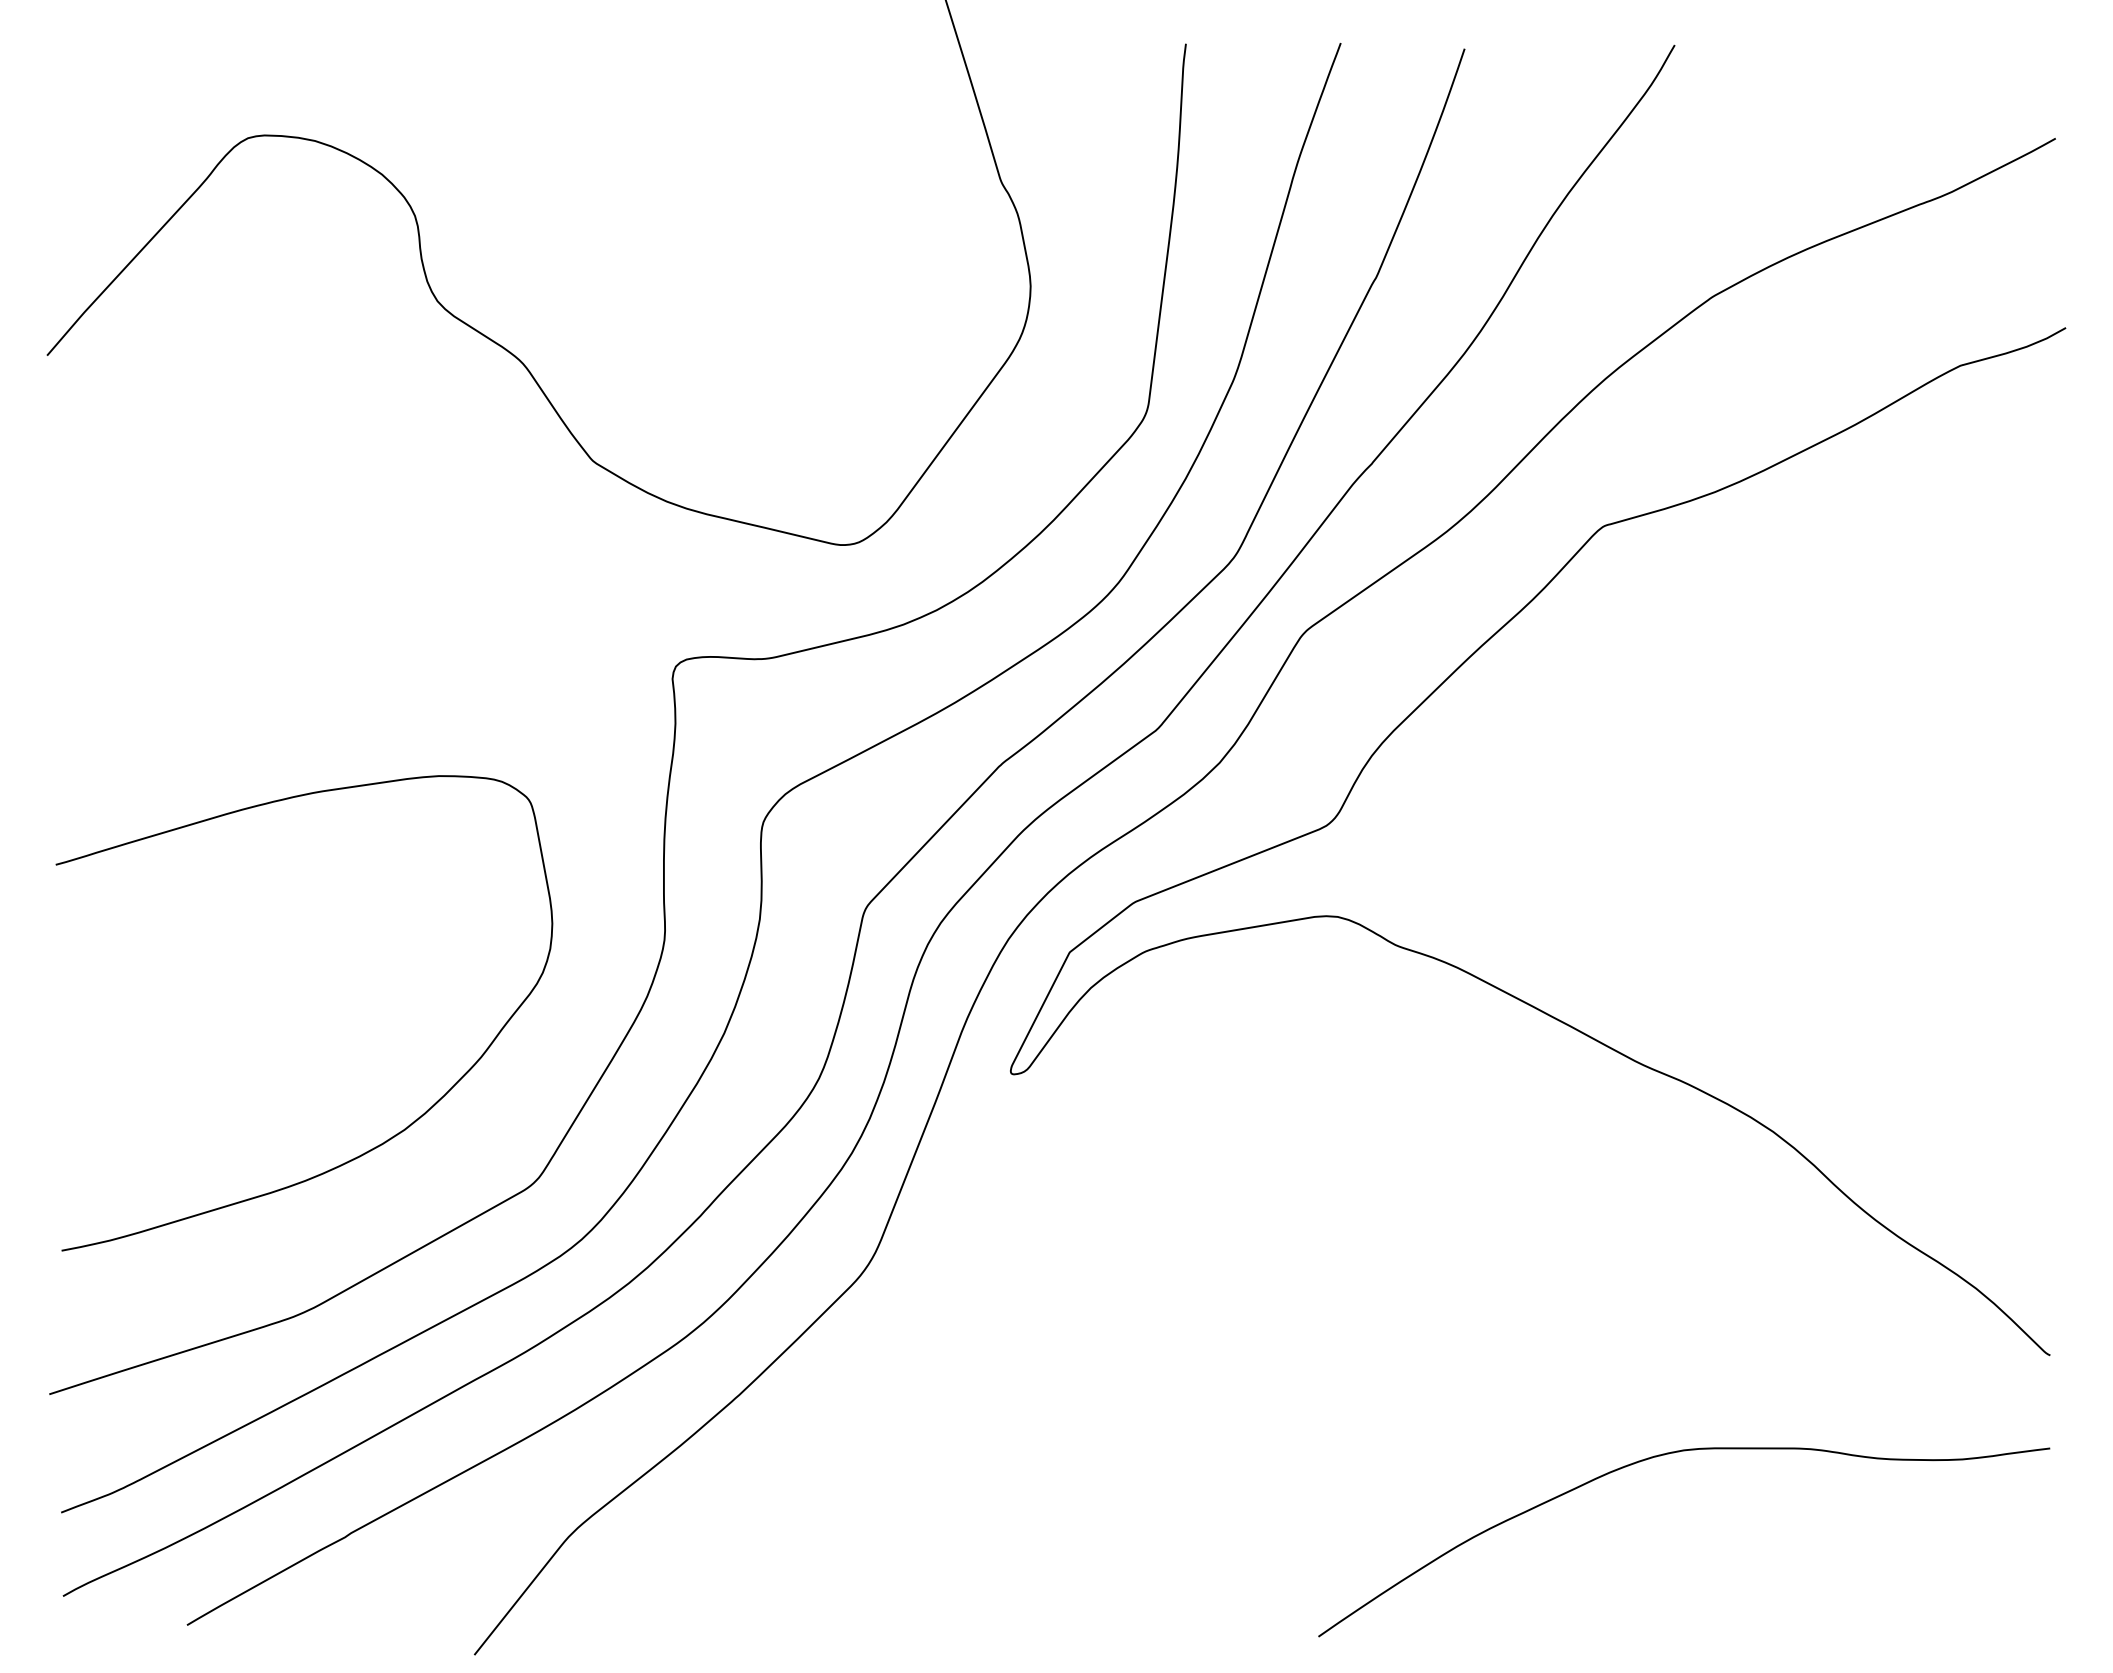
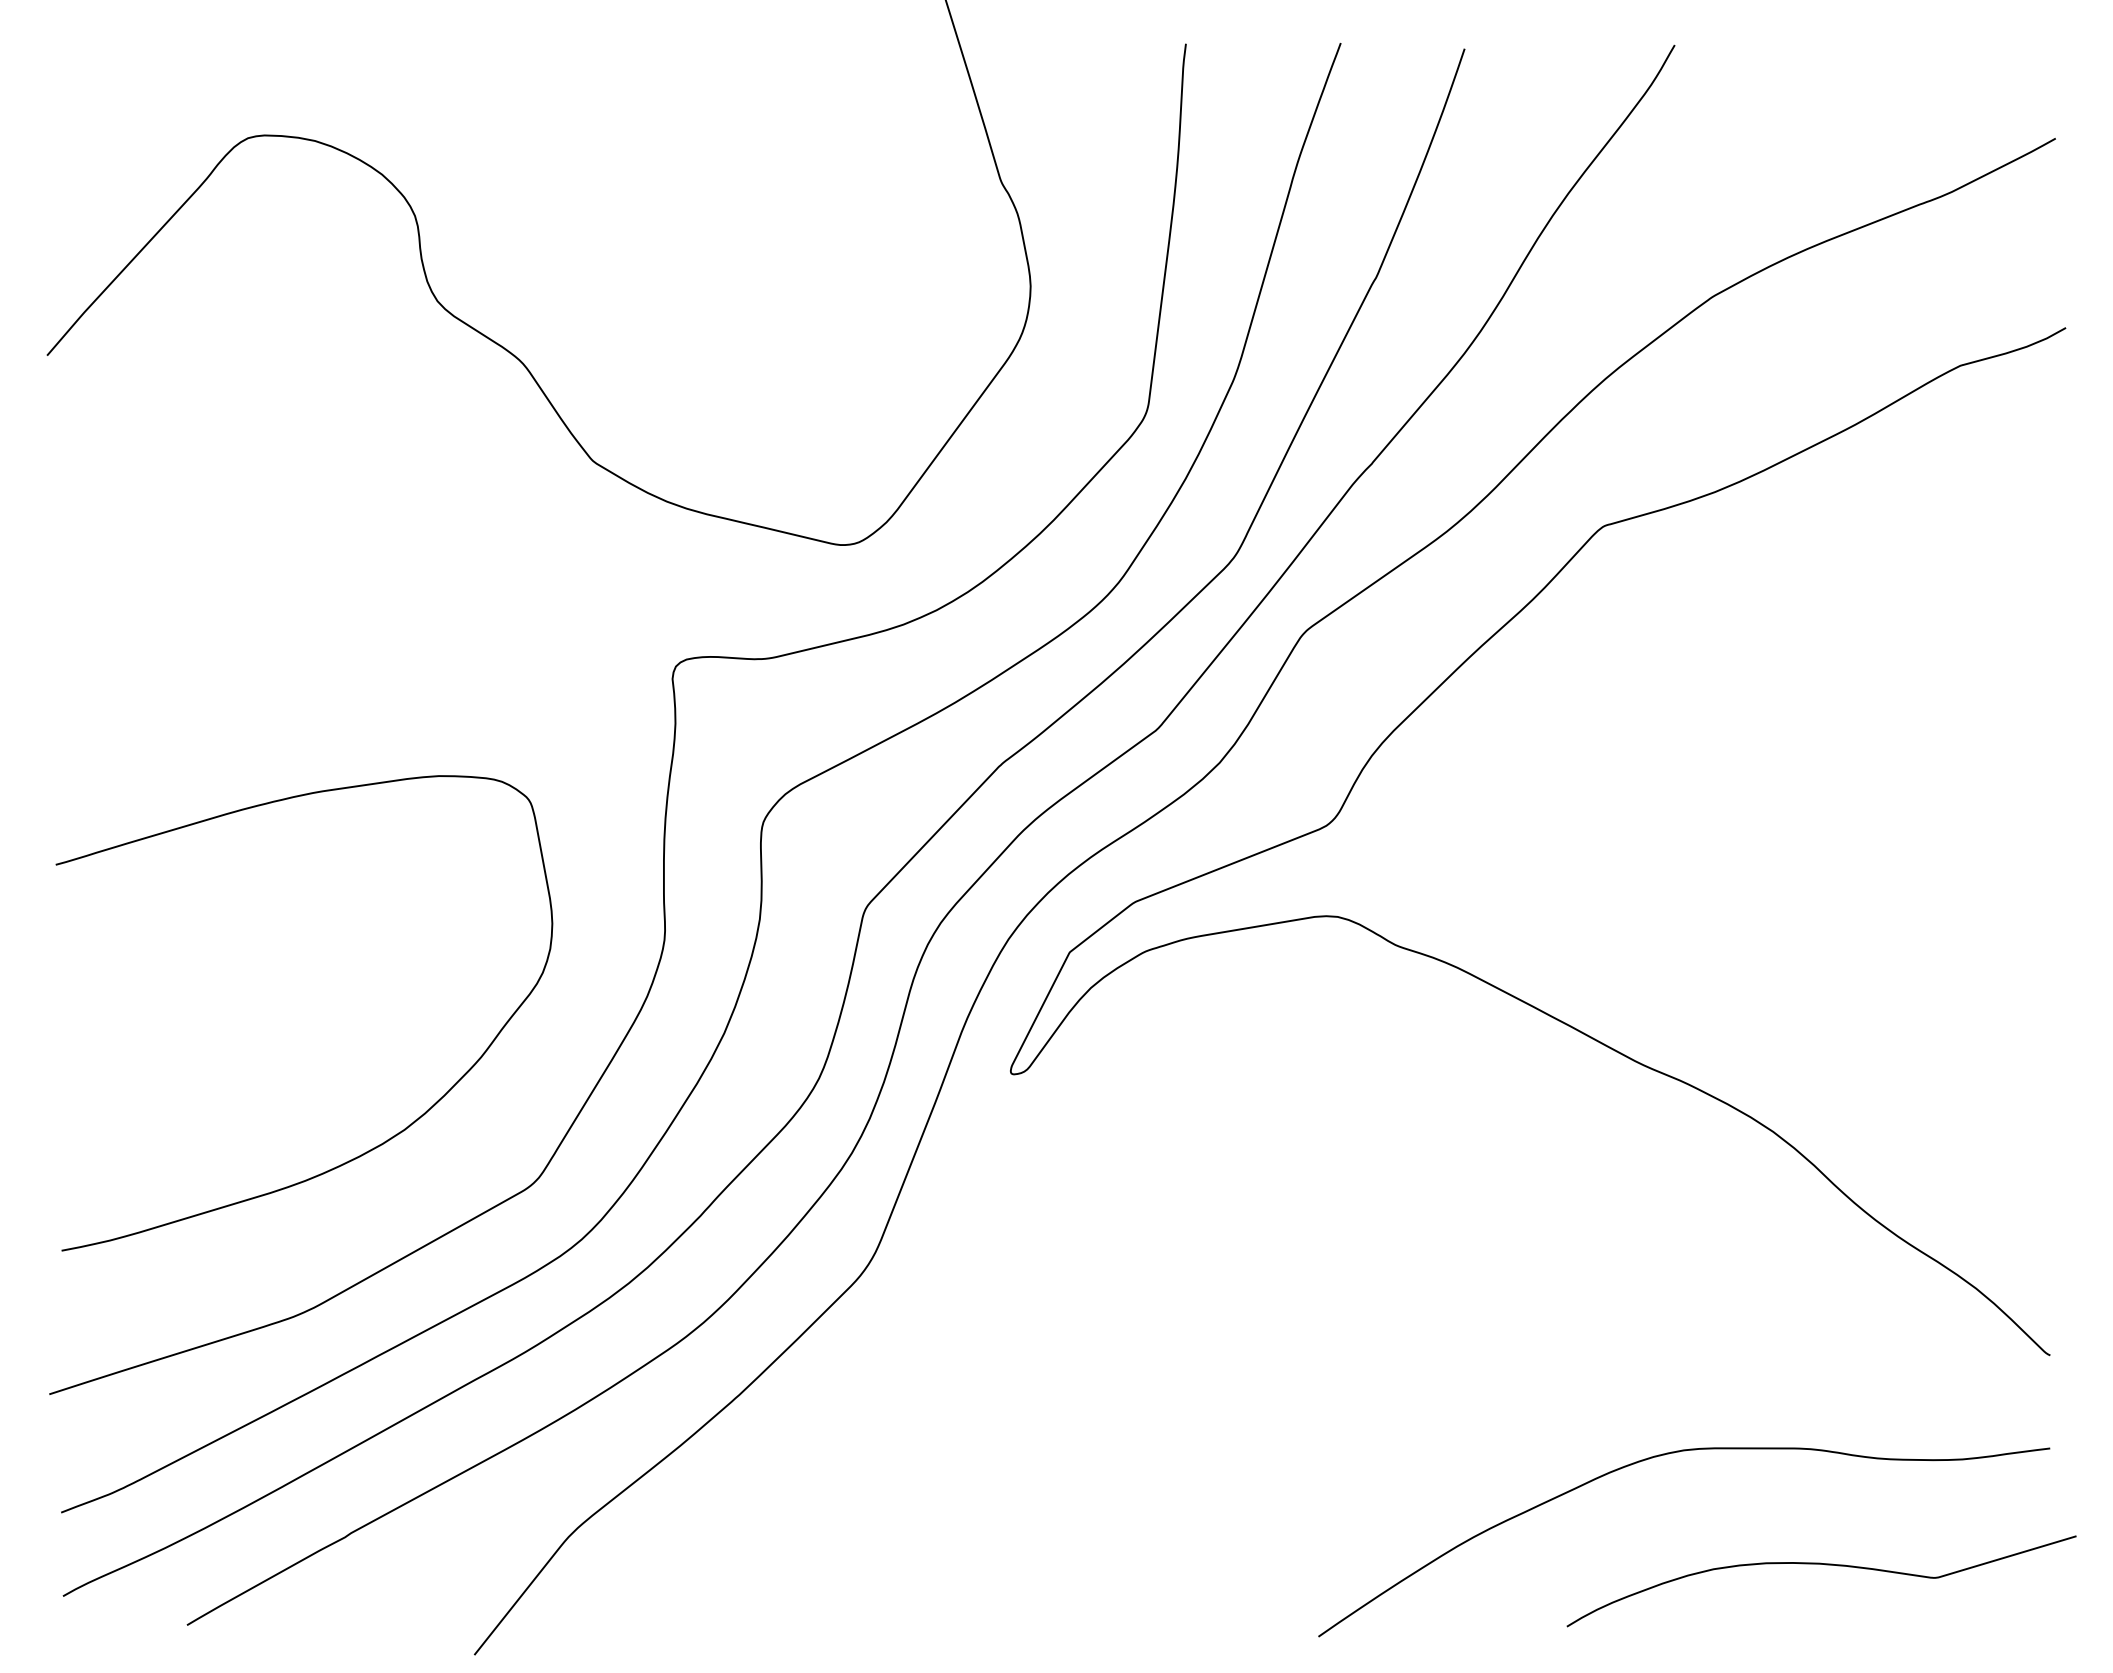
curve at (1825, 1565): none -> present
